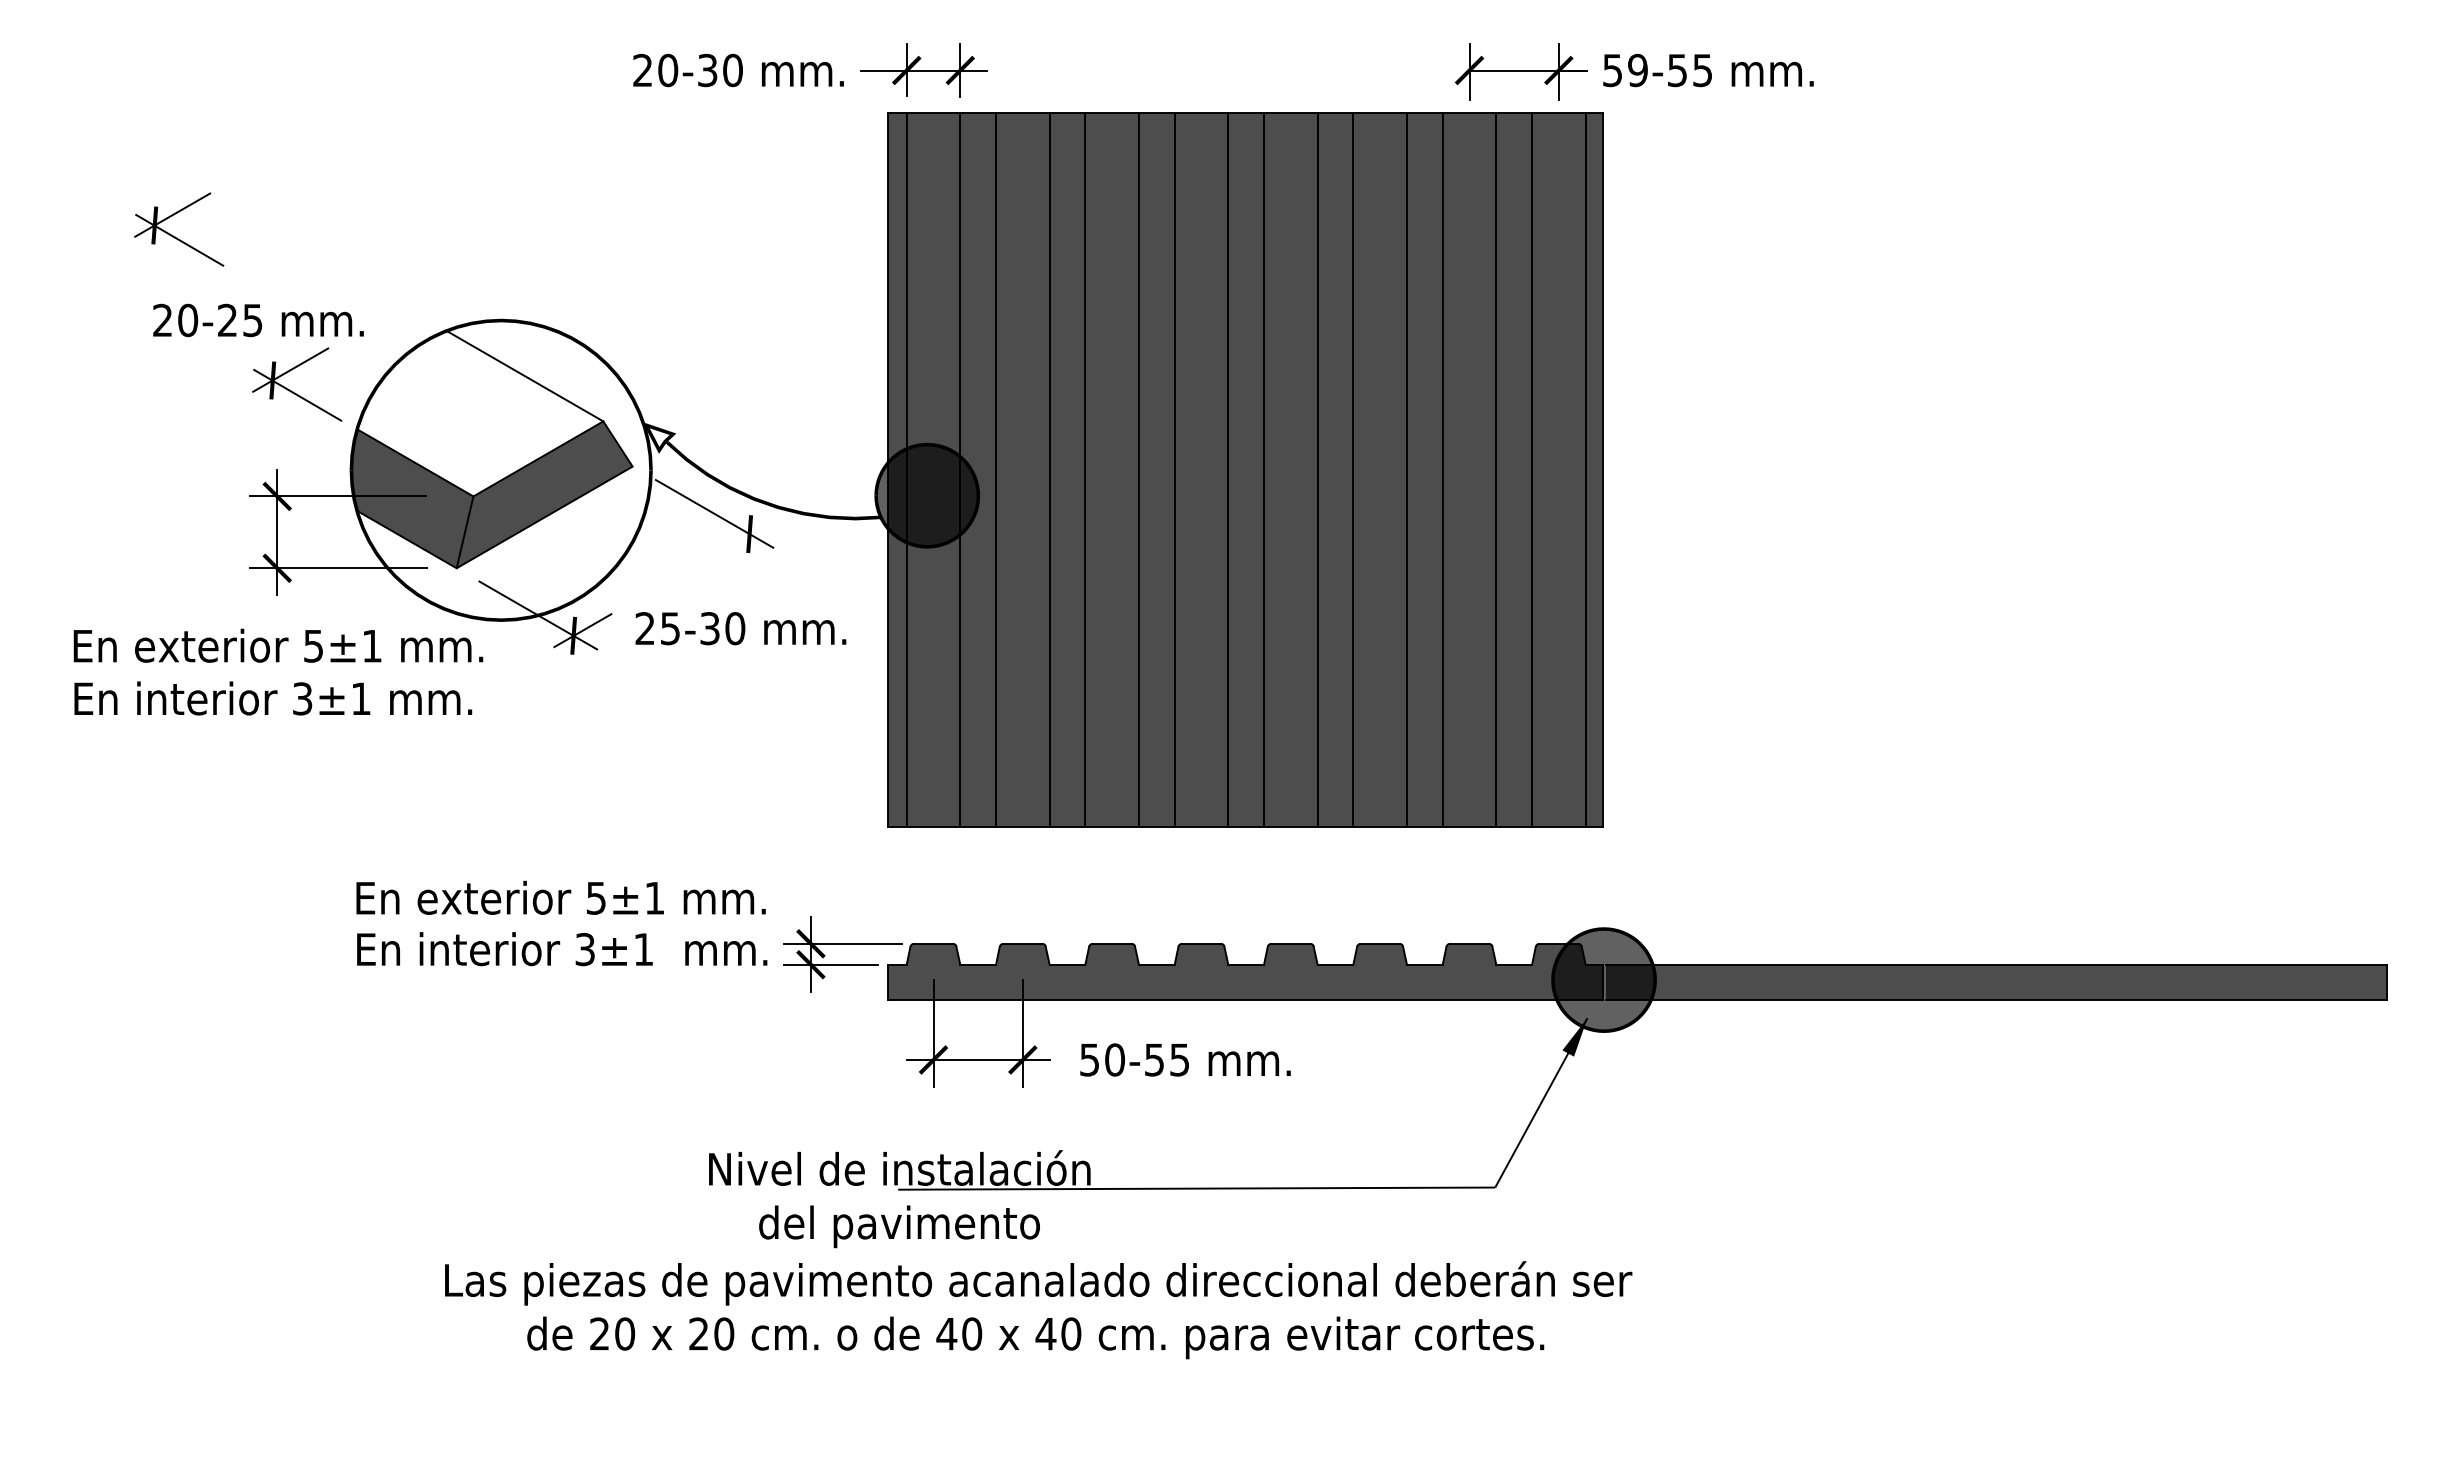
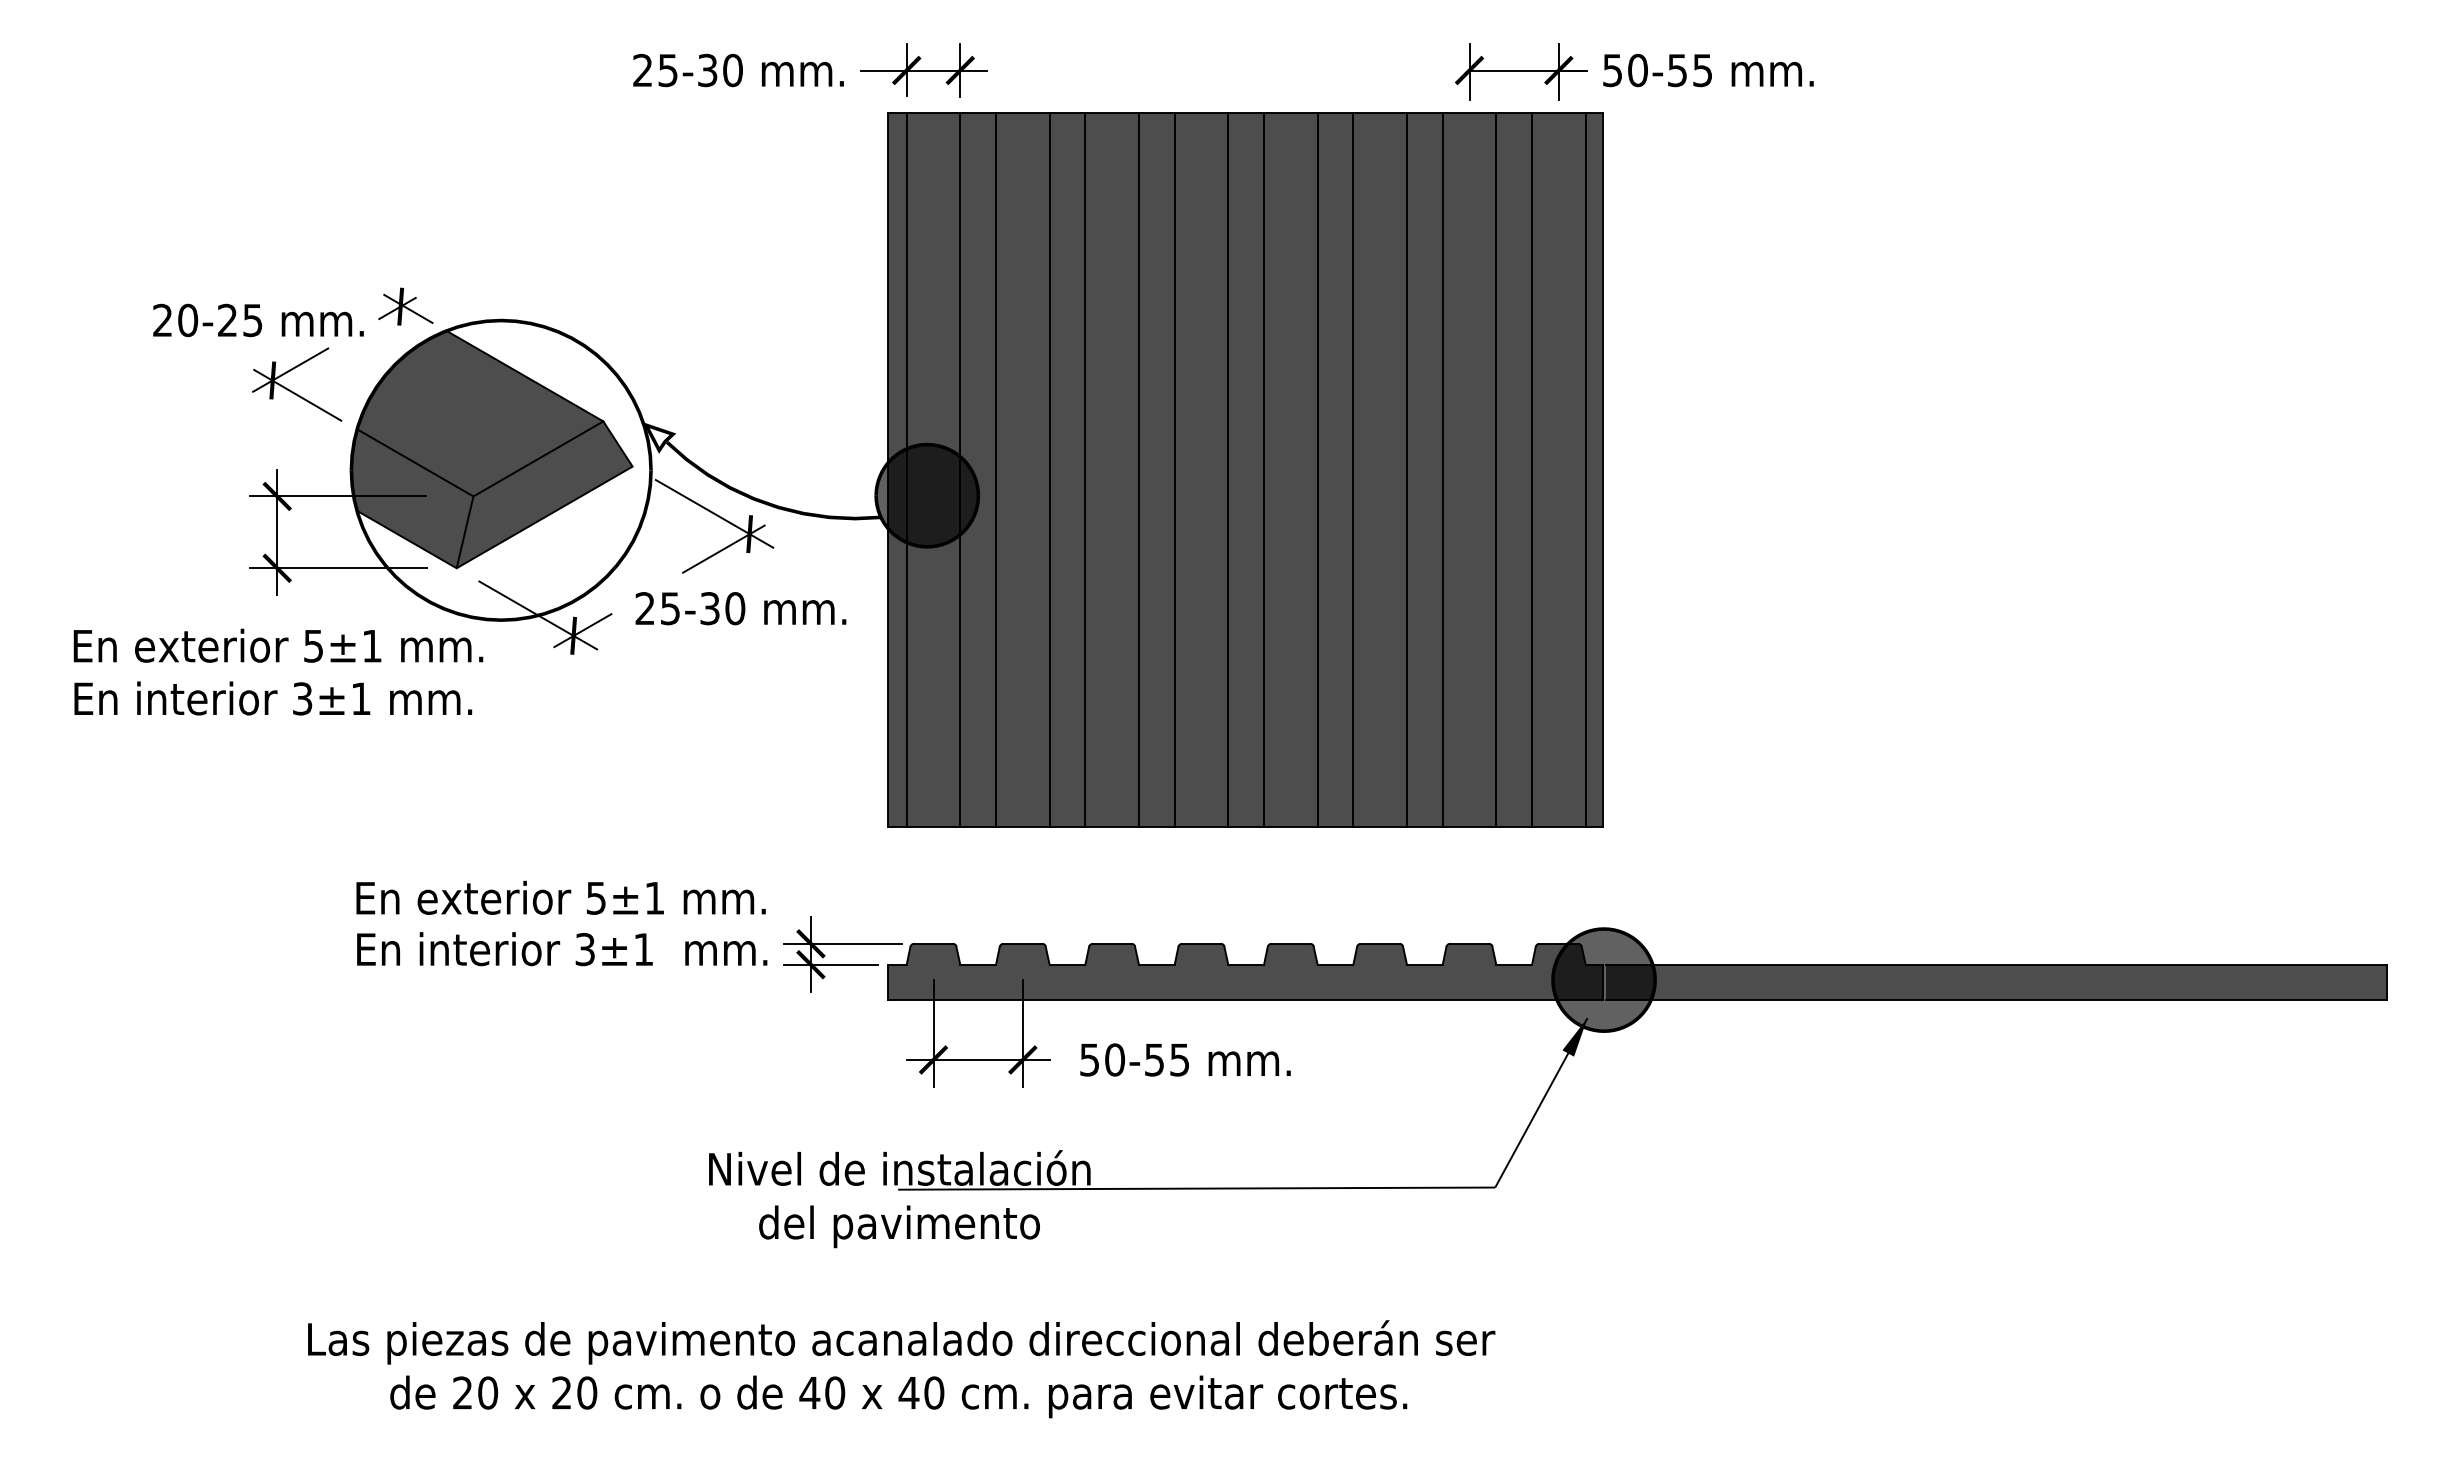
text at (668, 70): 20-30 -> 25-30
text at (1637, 70): 59-55 -> 50-55
part at (175, 236): present -> none
part at (405, 306): none -> present
fill at (480, 413): none -> present
line at (723, 548): none -> present
text at (740, 628) position: (740, 628) -> (740, 608)
text at (1038, 1310) position: (1038, 1310) -> (901, 1369)
